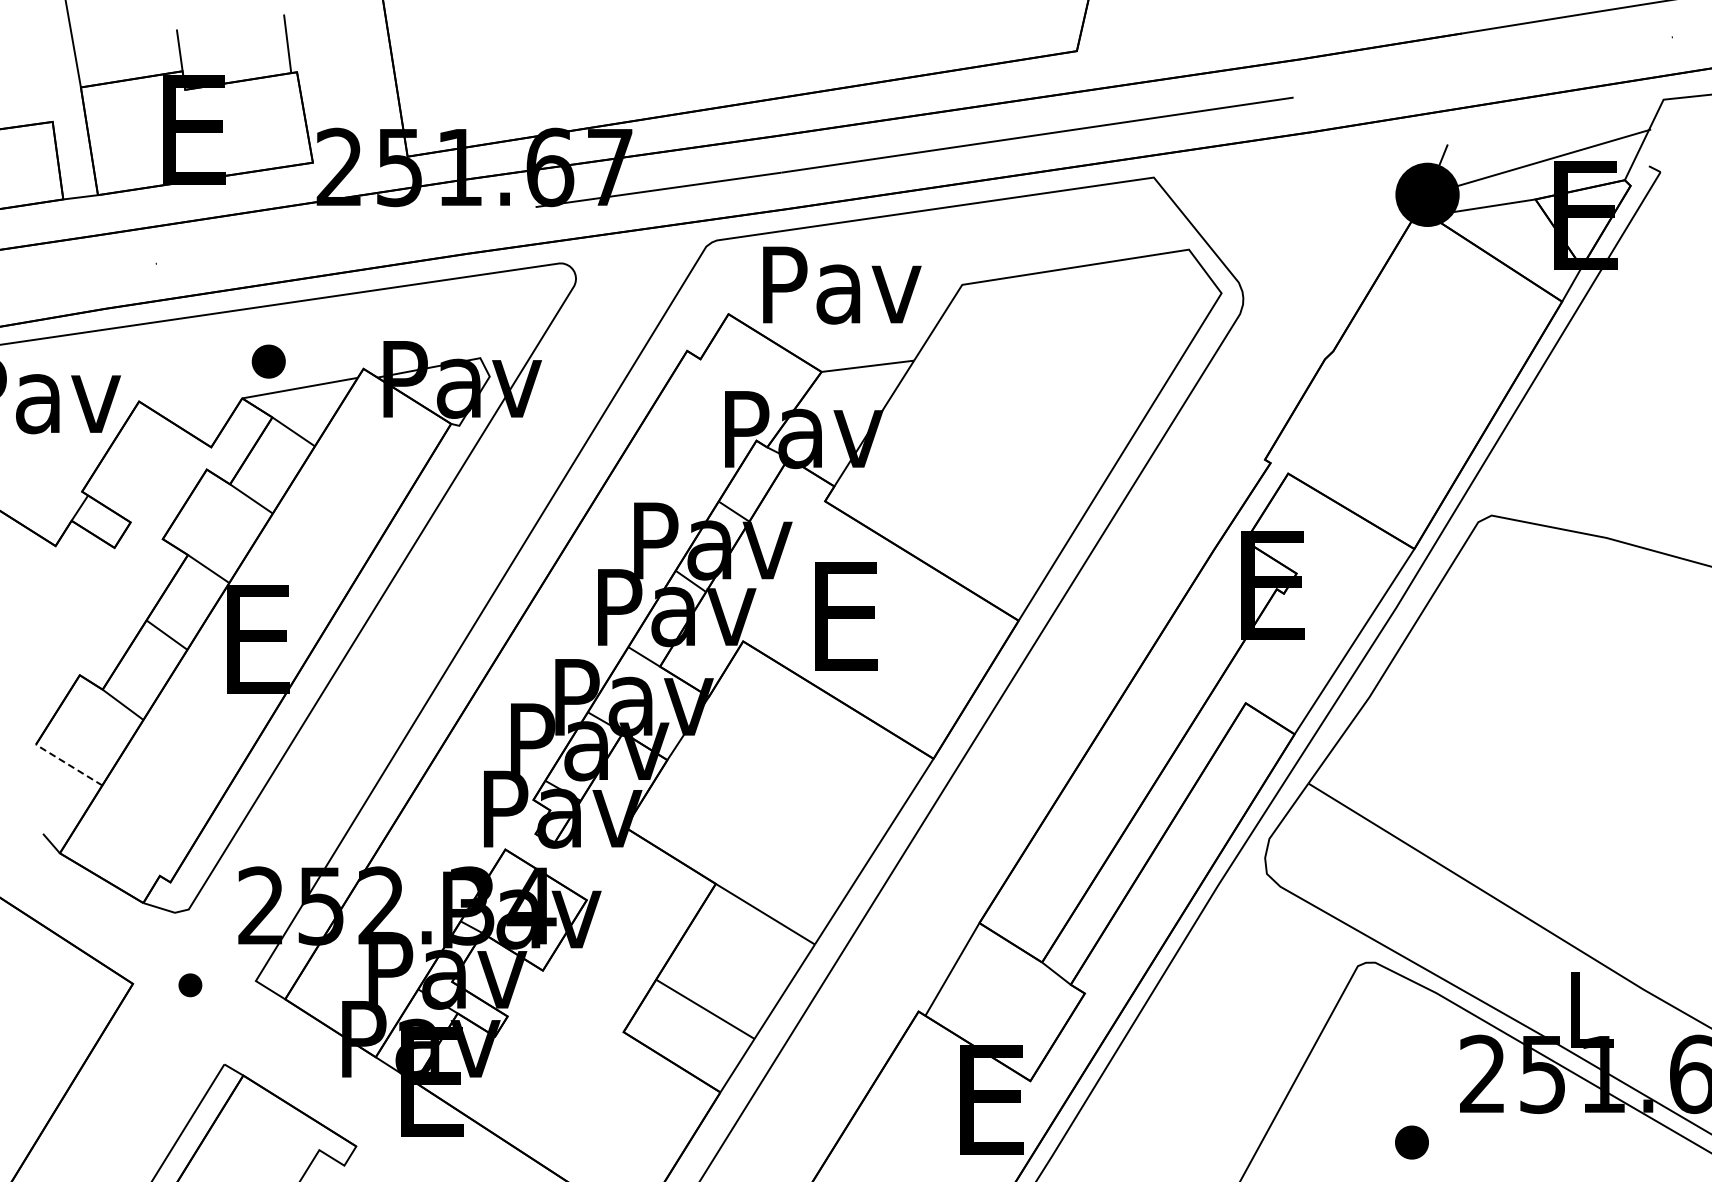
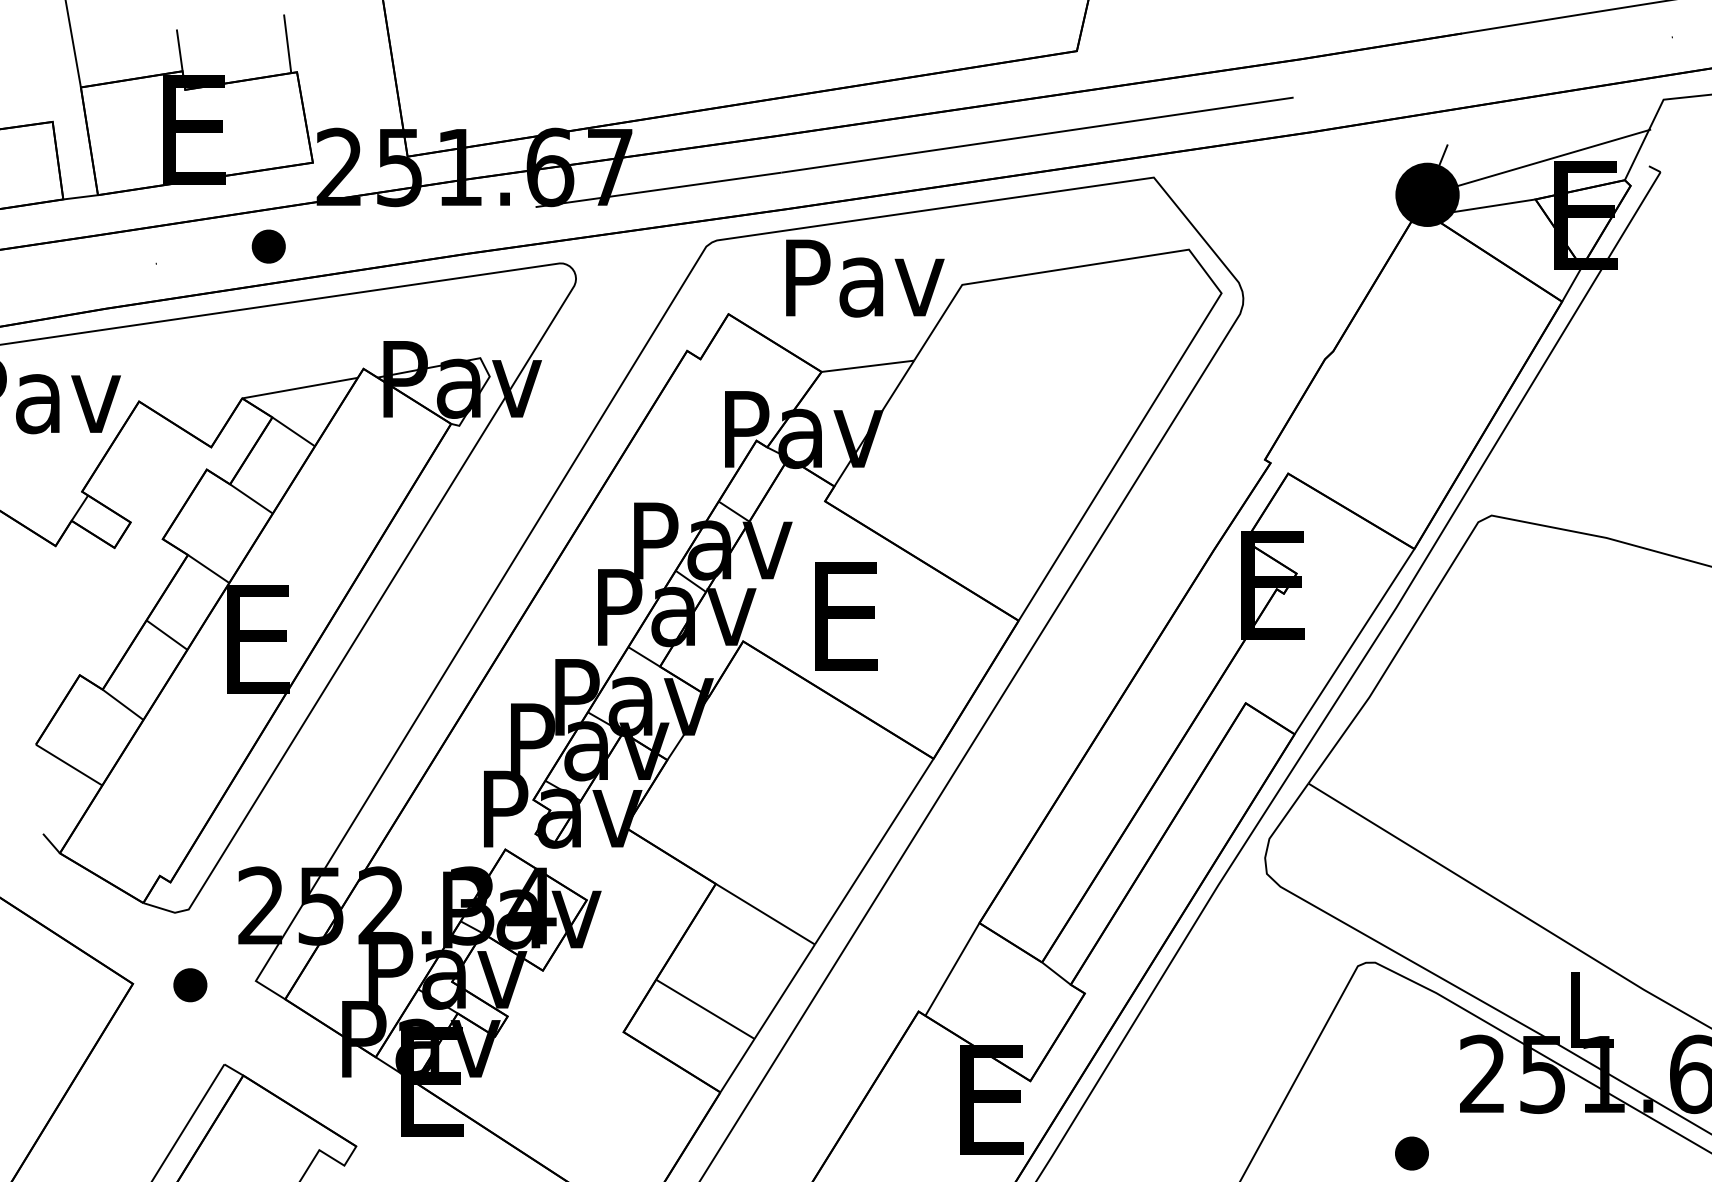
text at (842, 285) position: (842, 285) -> (865, 278)
part at (268, 361) position: (268, 361) -> (268, 246)
line at (69, 765): dashed -> solid
part at (190, 985) size: 25x25 px -> 35x35 px
part at (1411, 1142) position: (1411, 1142) -> (1411, 1153)
